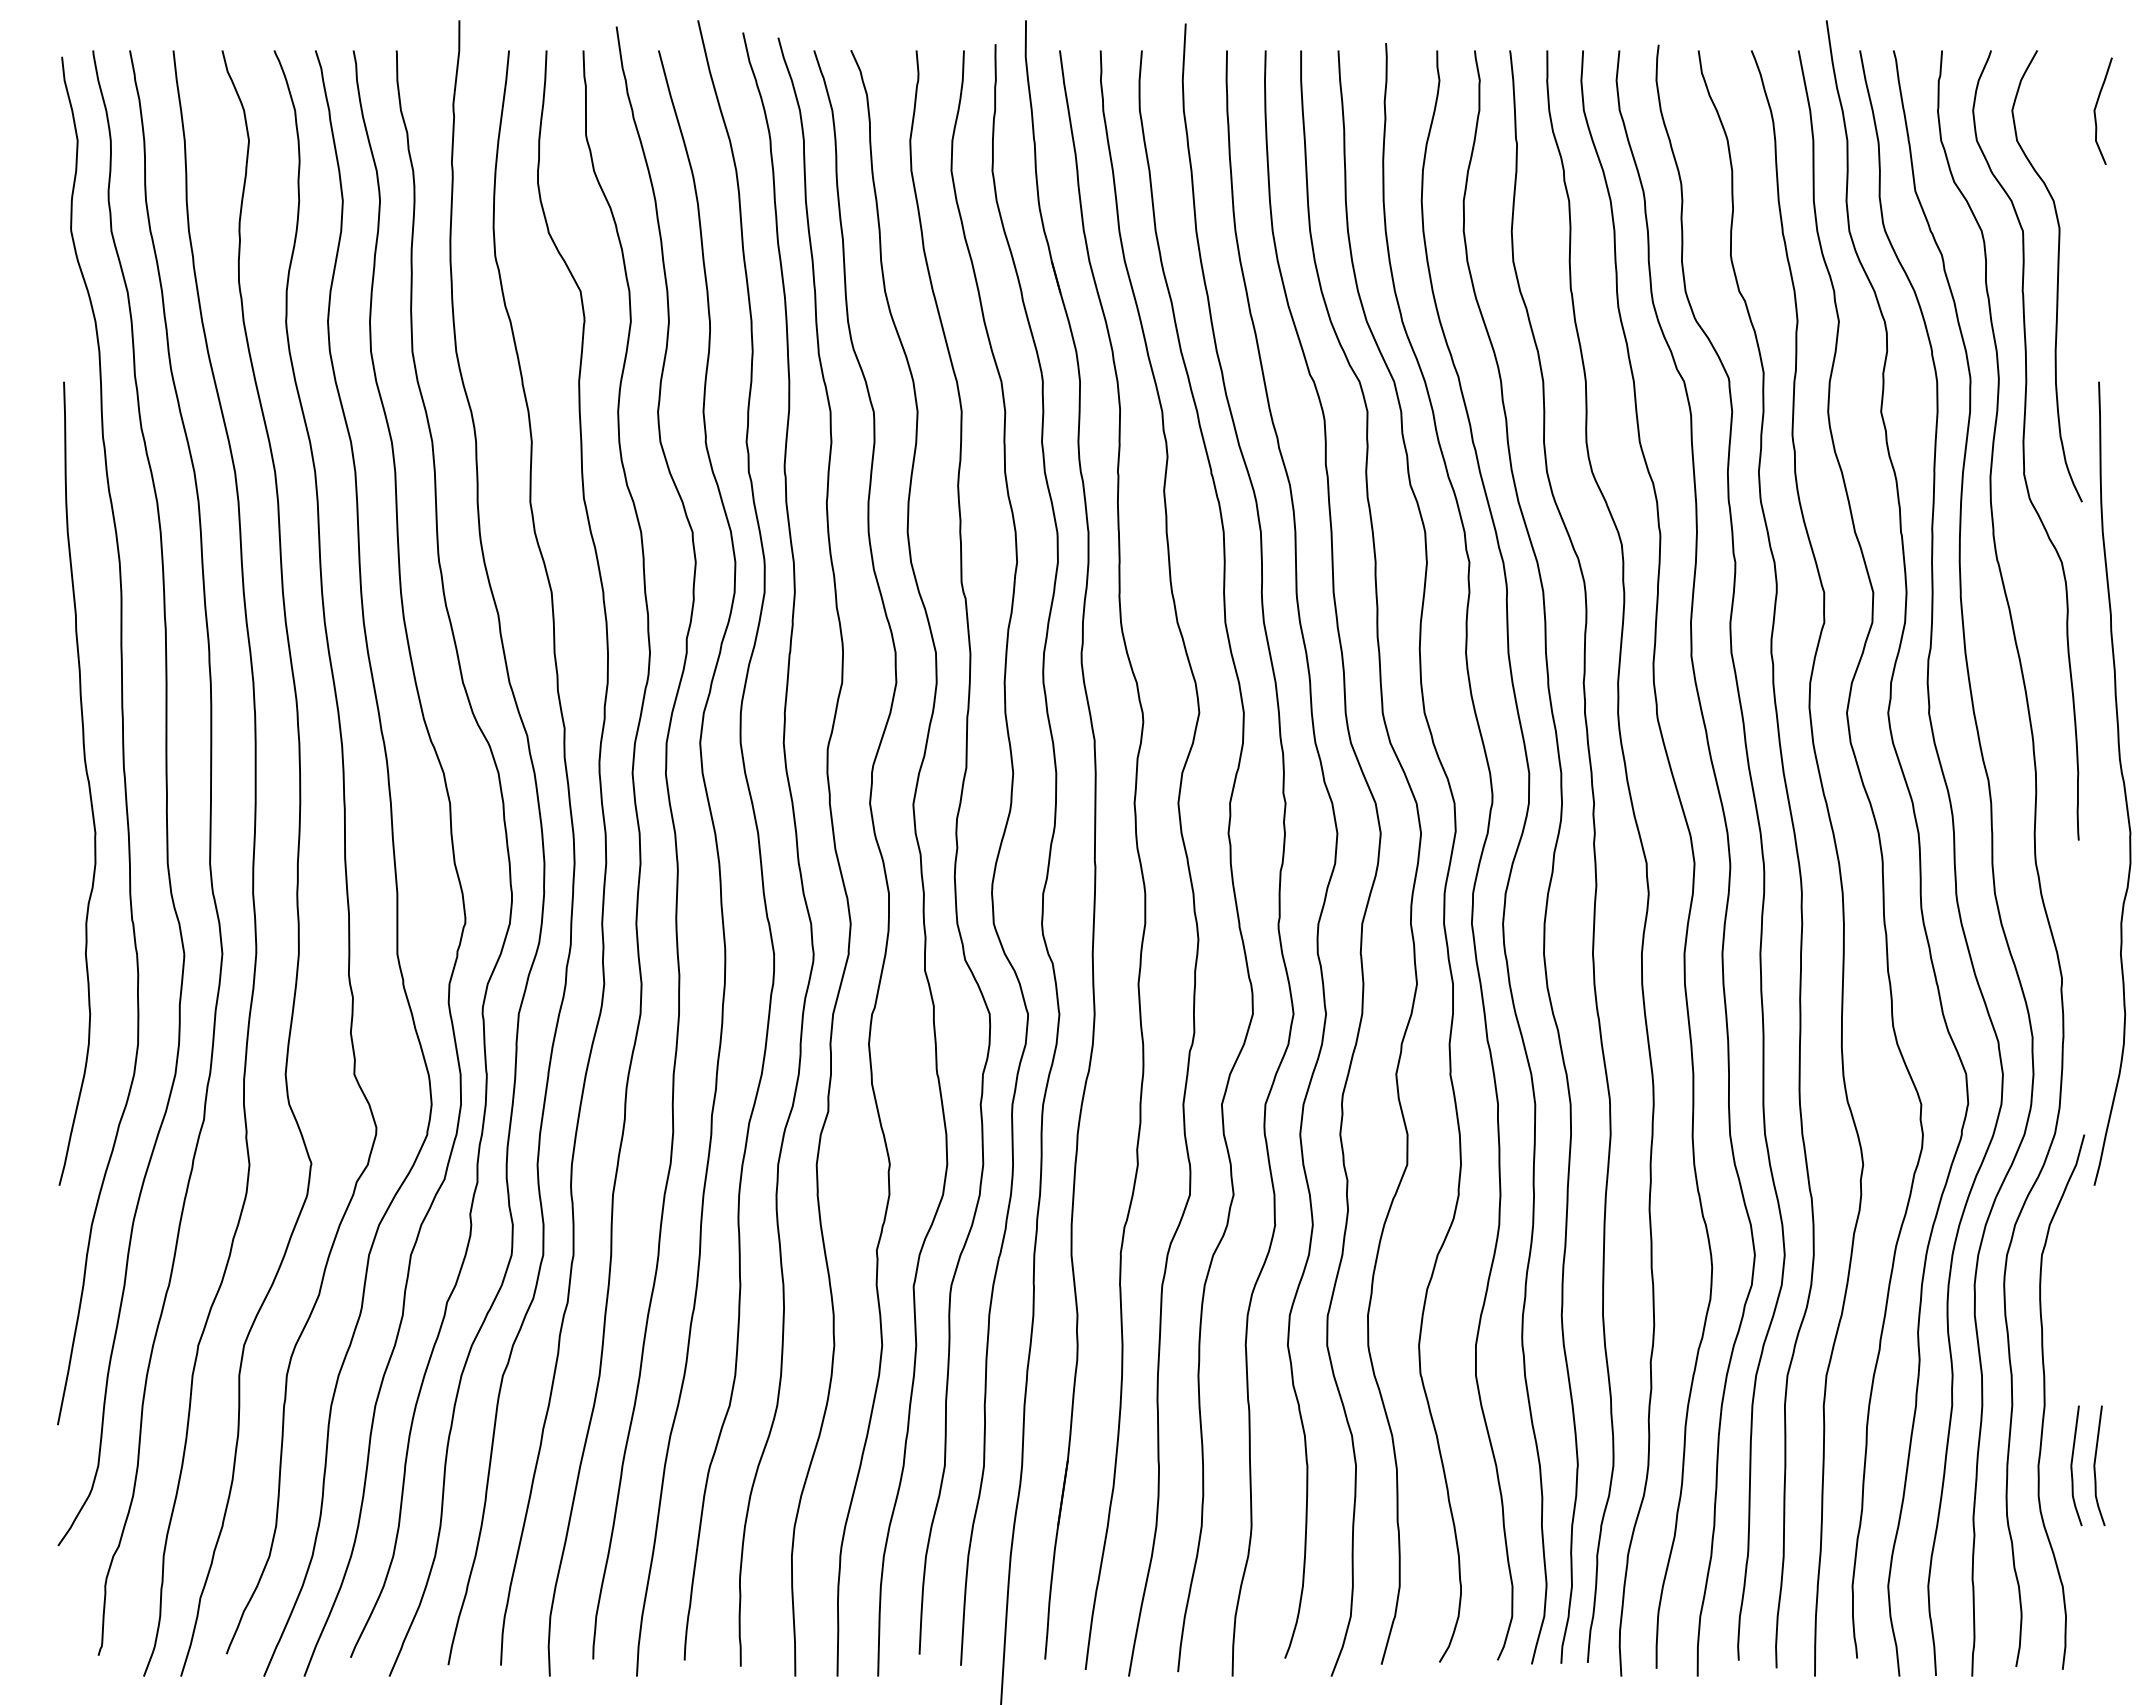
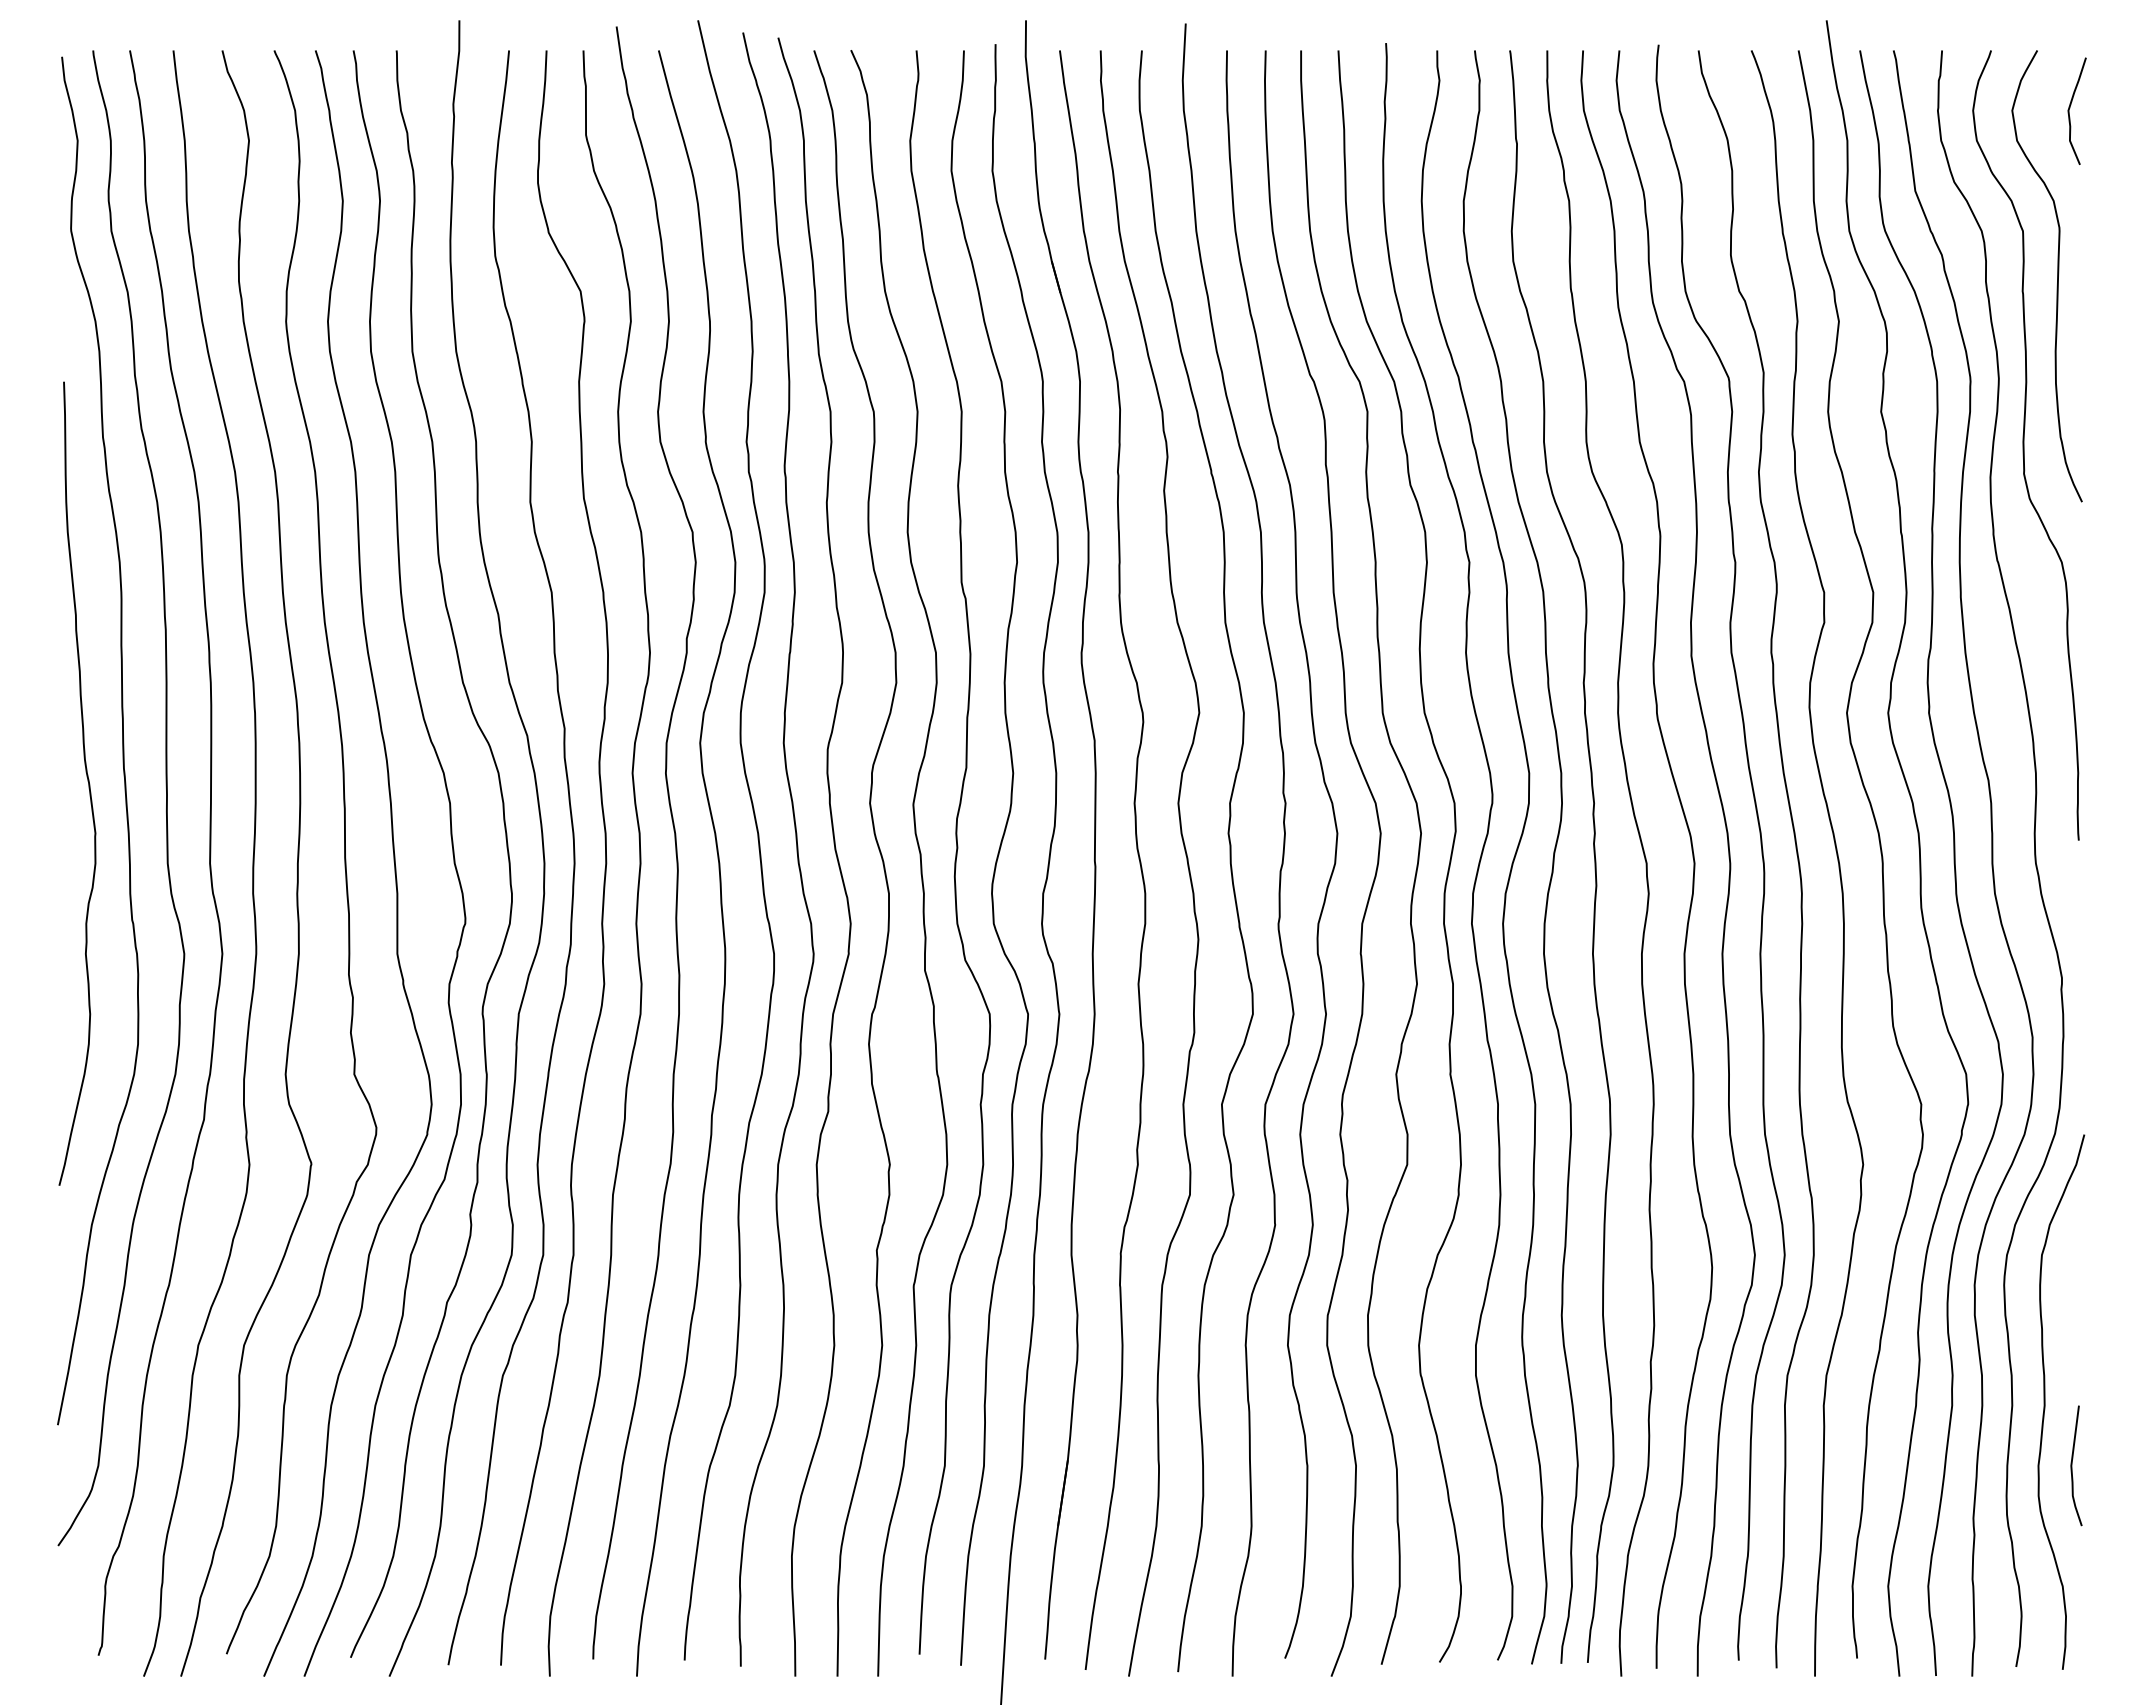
curve at (2096, 108) position: (2096, 108) -> (2070, 108)
curve at (2122, 781): present -> none
curve at (2095, 1465): present -> none
